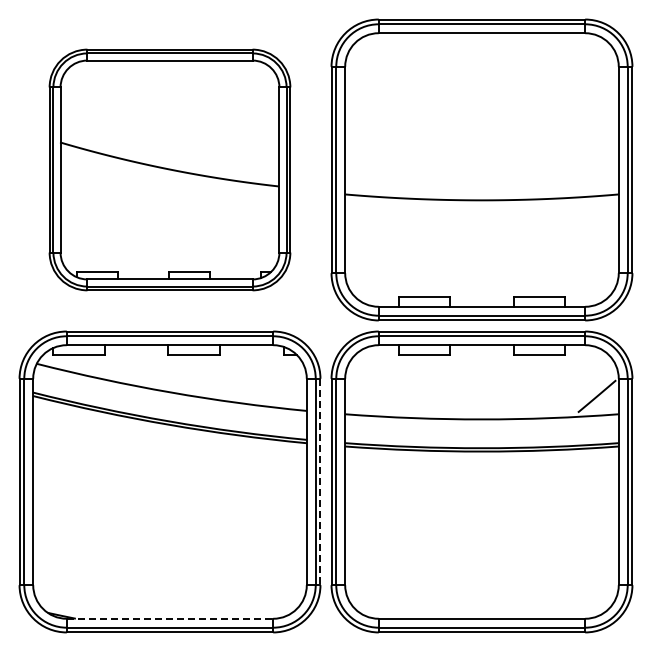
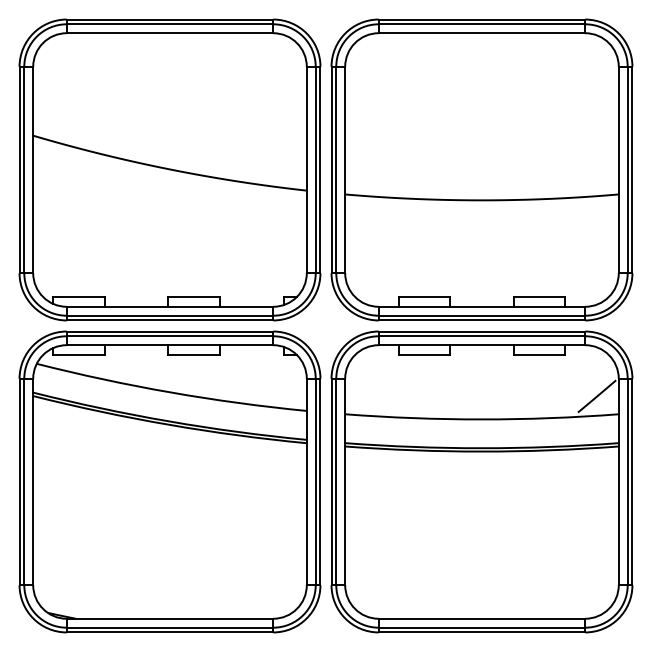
part at (169, 169) size: 244x244 px -> 304x304 px
line at (320, 482): dashed -> solid
line at (170, 618): dashed -> solid
